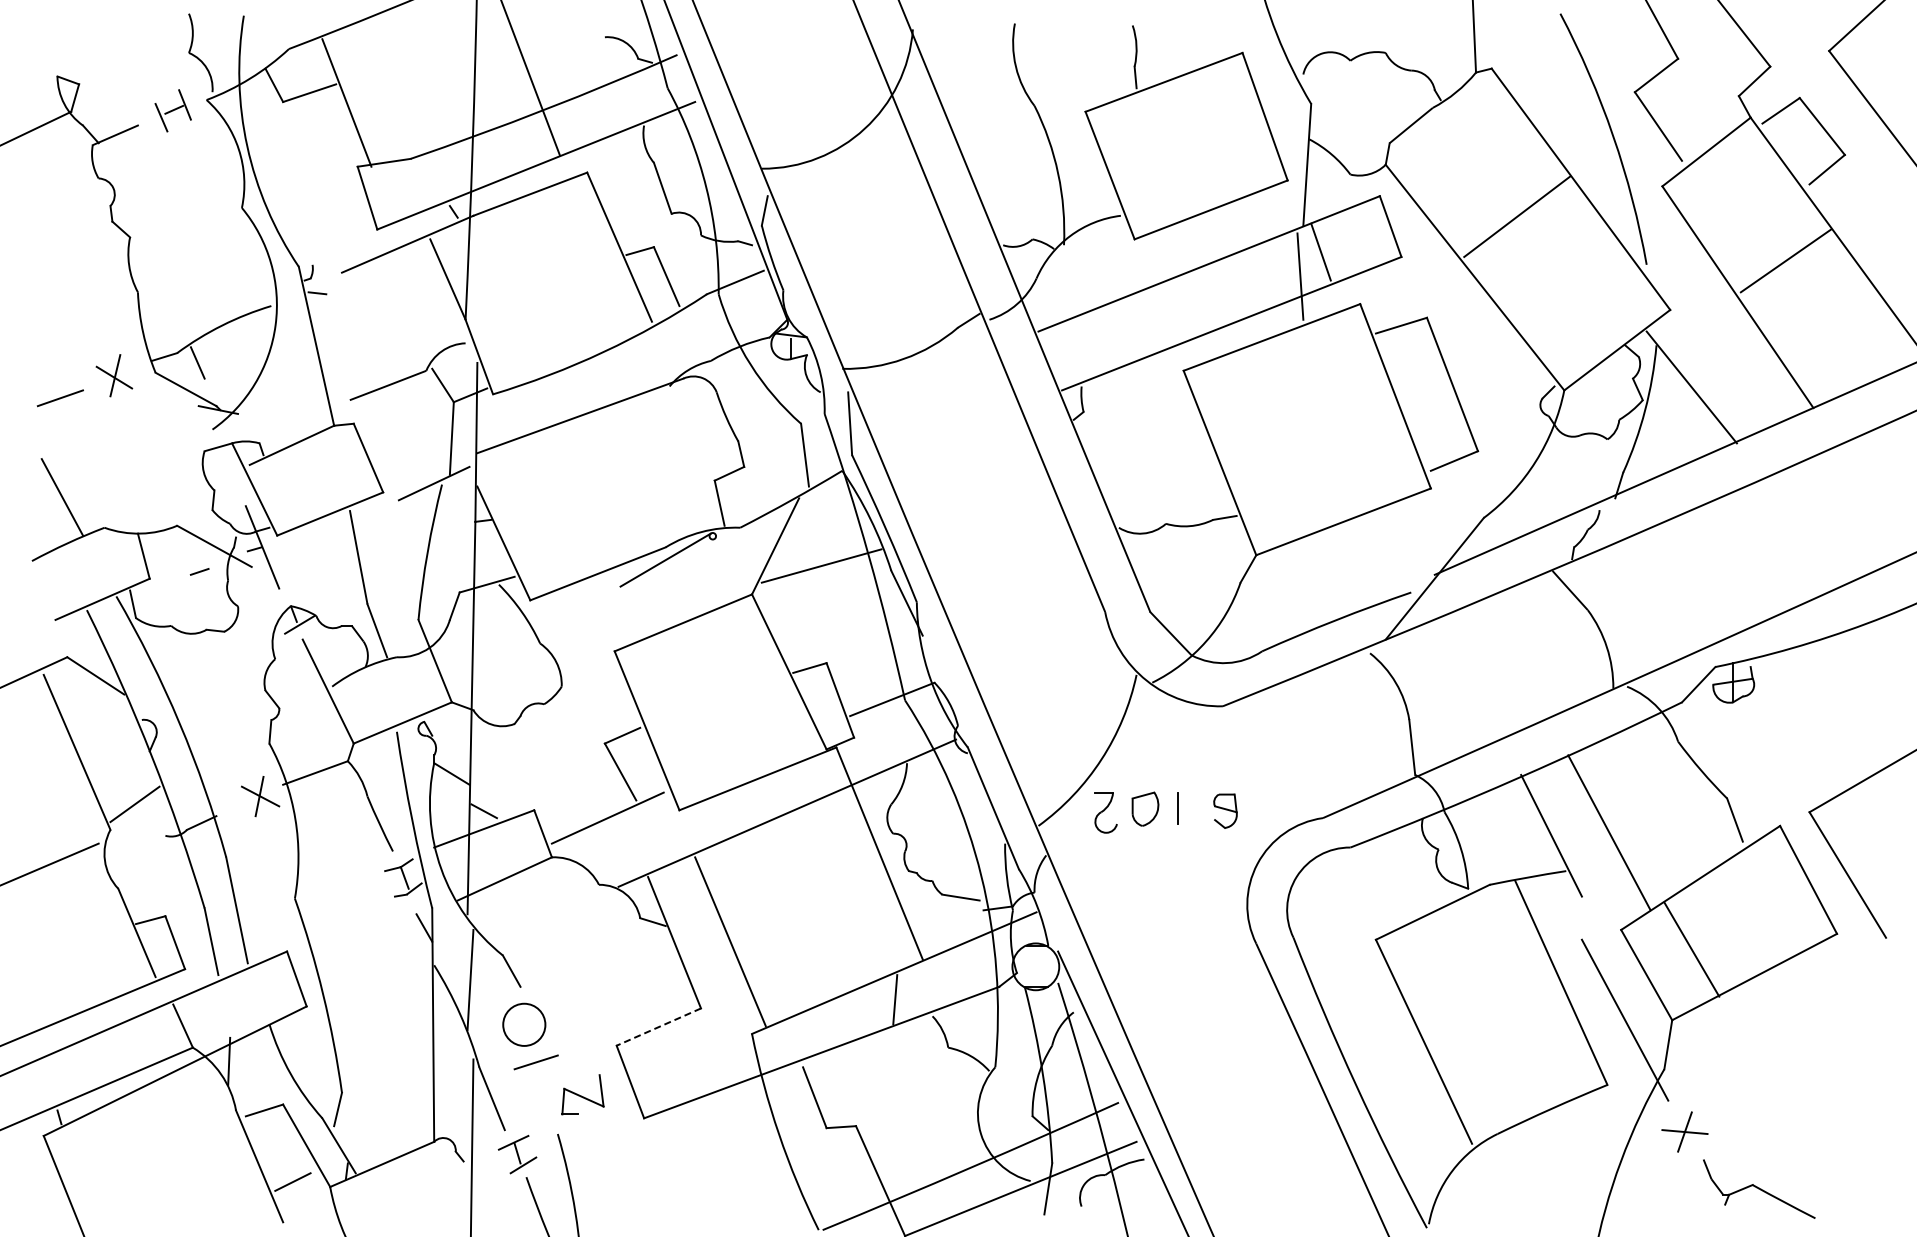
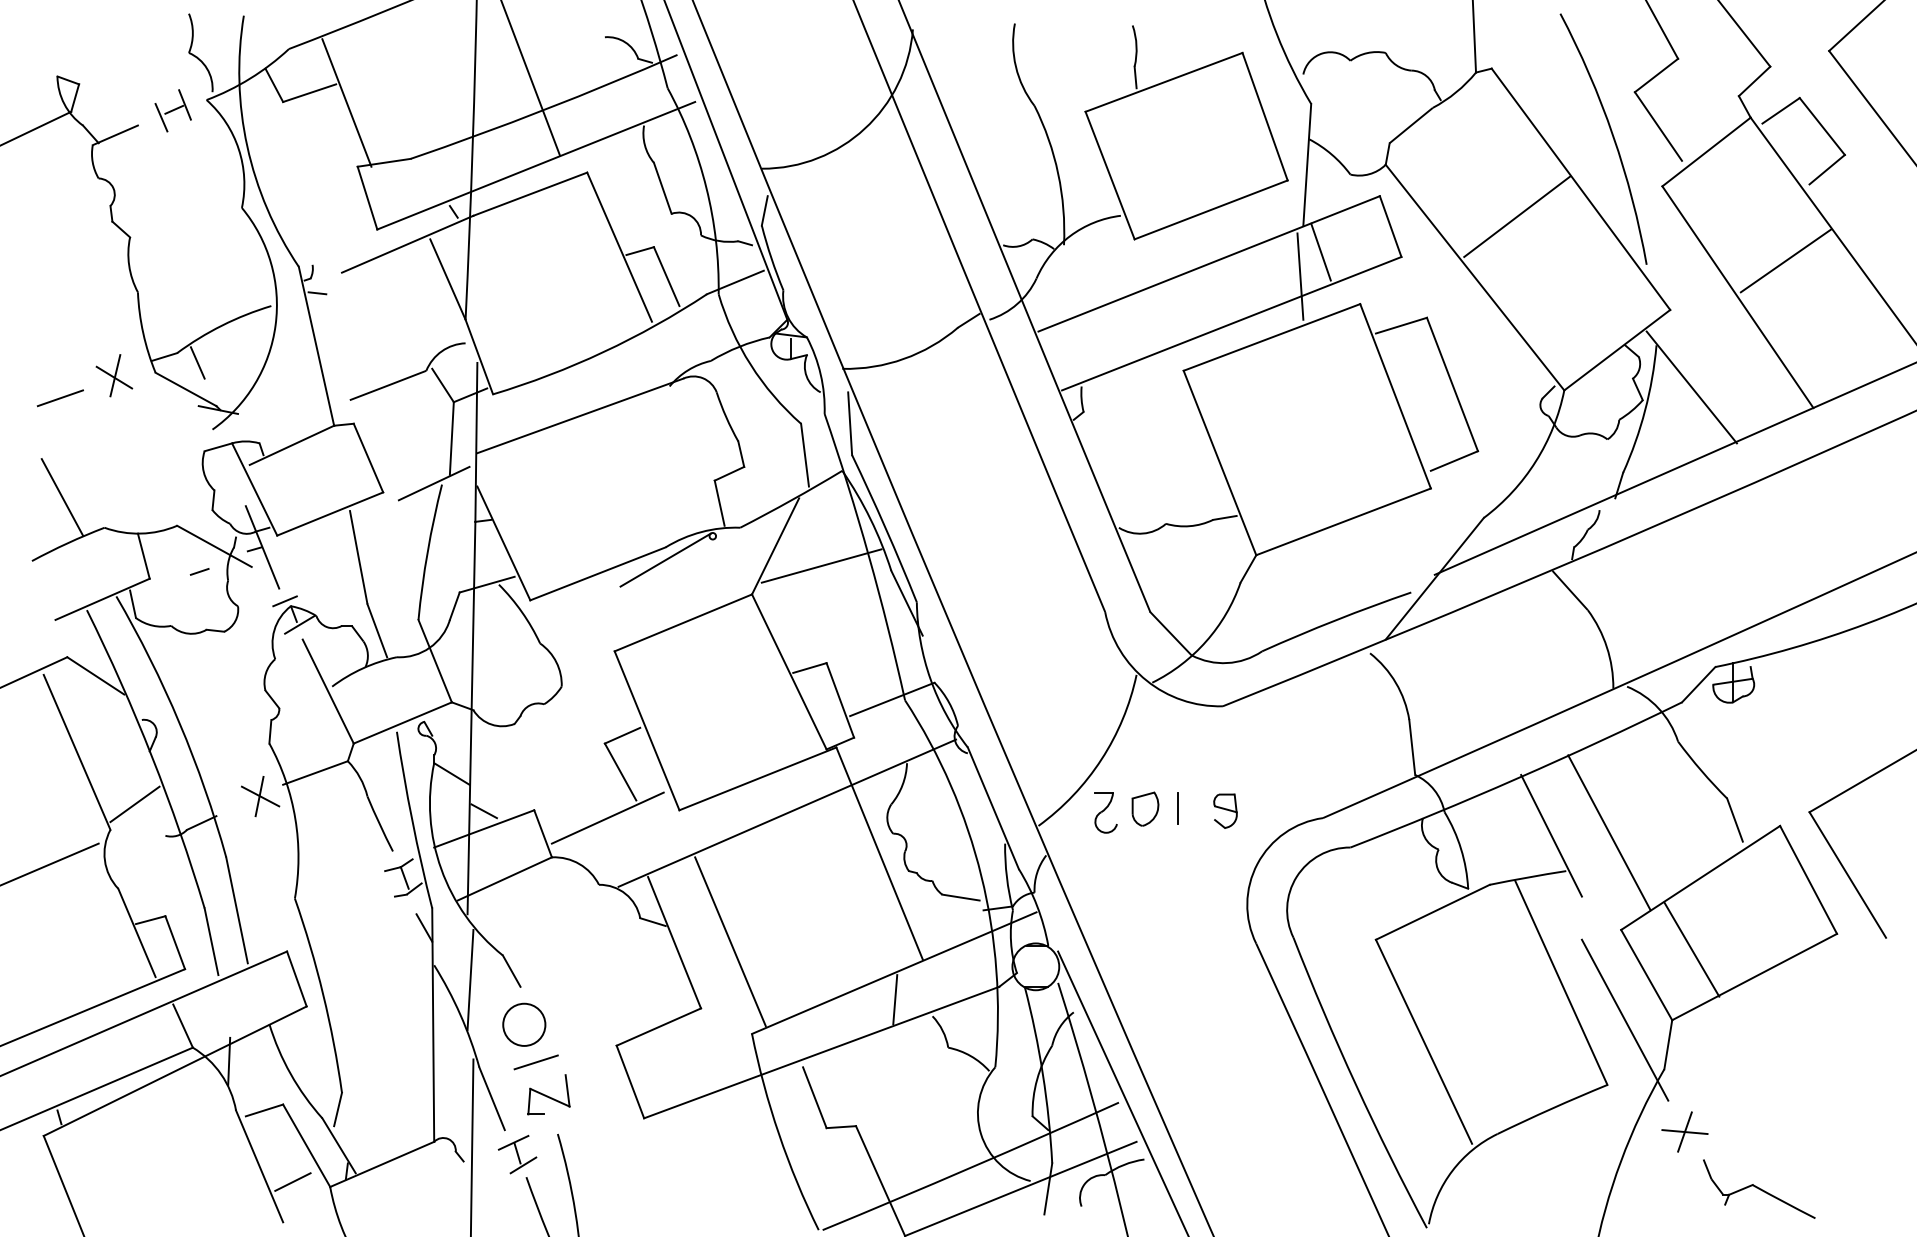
line at (284, 601): none -> present
line at (658, 1027): dashed -> solid
part at (582, 1094) position: (582, 1094) -> (548, 1094)
